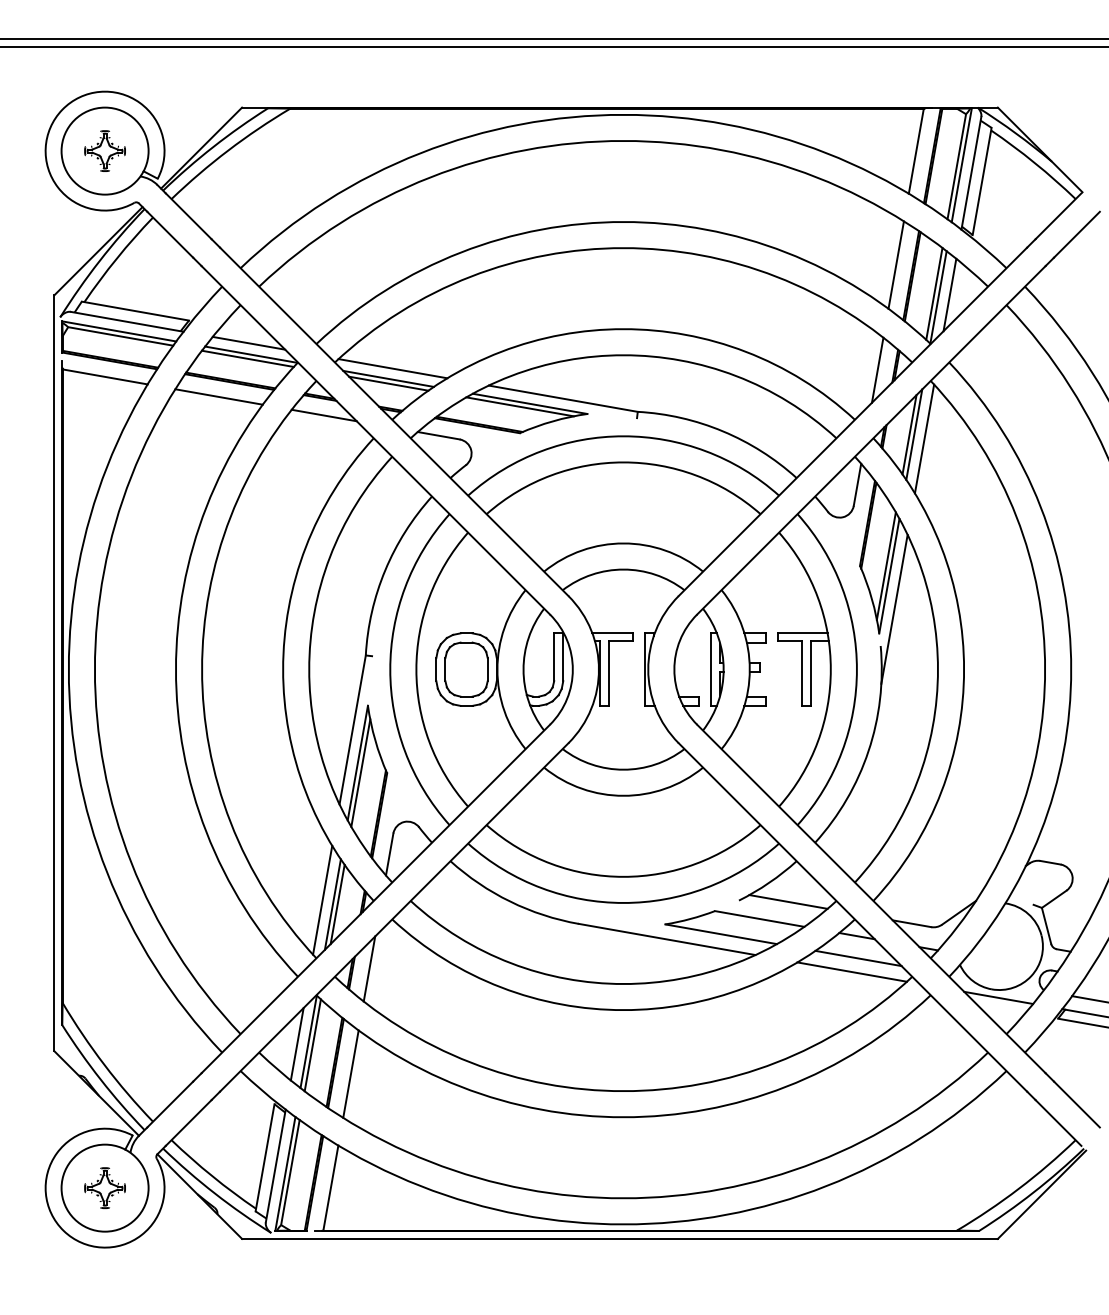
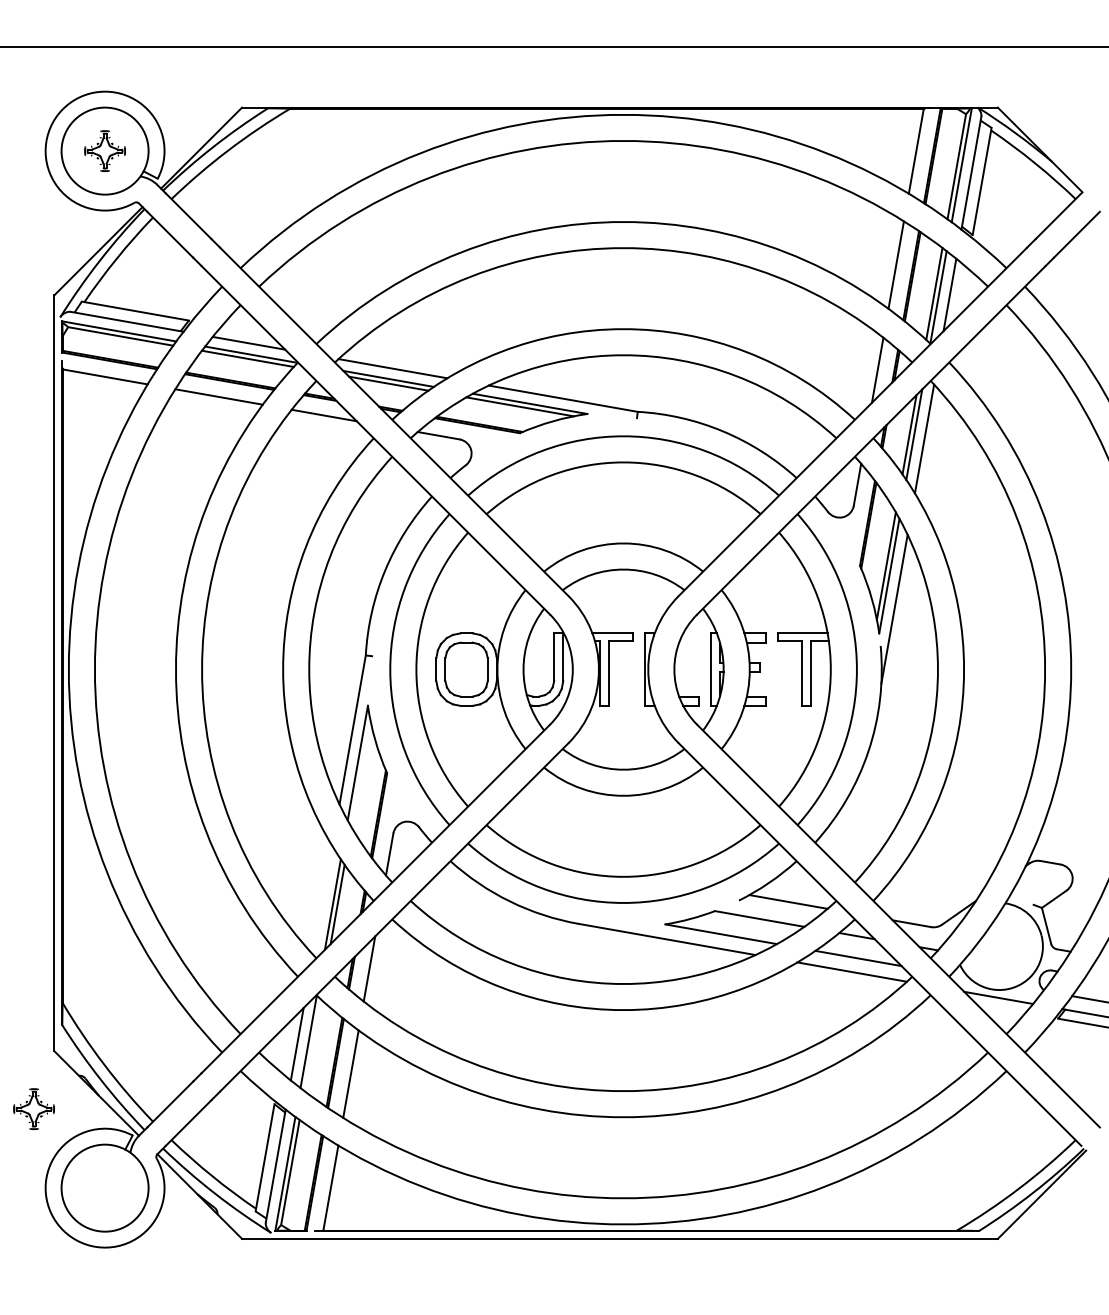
line at (553, 39): present -> none
line at (360, 772): present -> none
line at (322, 899): present -> none
line at (312, 1045): present -> none
part at (104, 1187) position: (104, 1187) -> (33, 1108)
